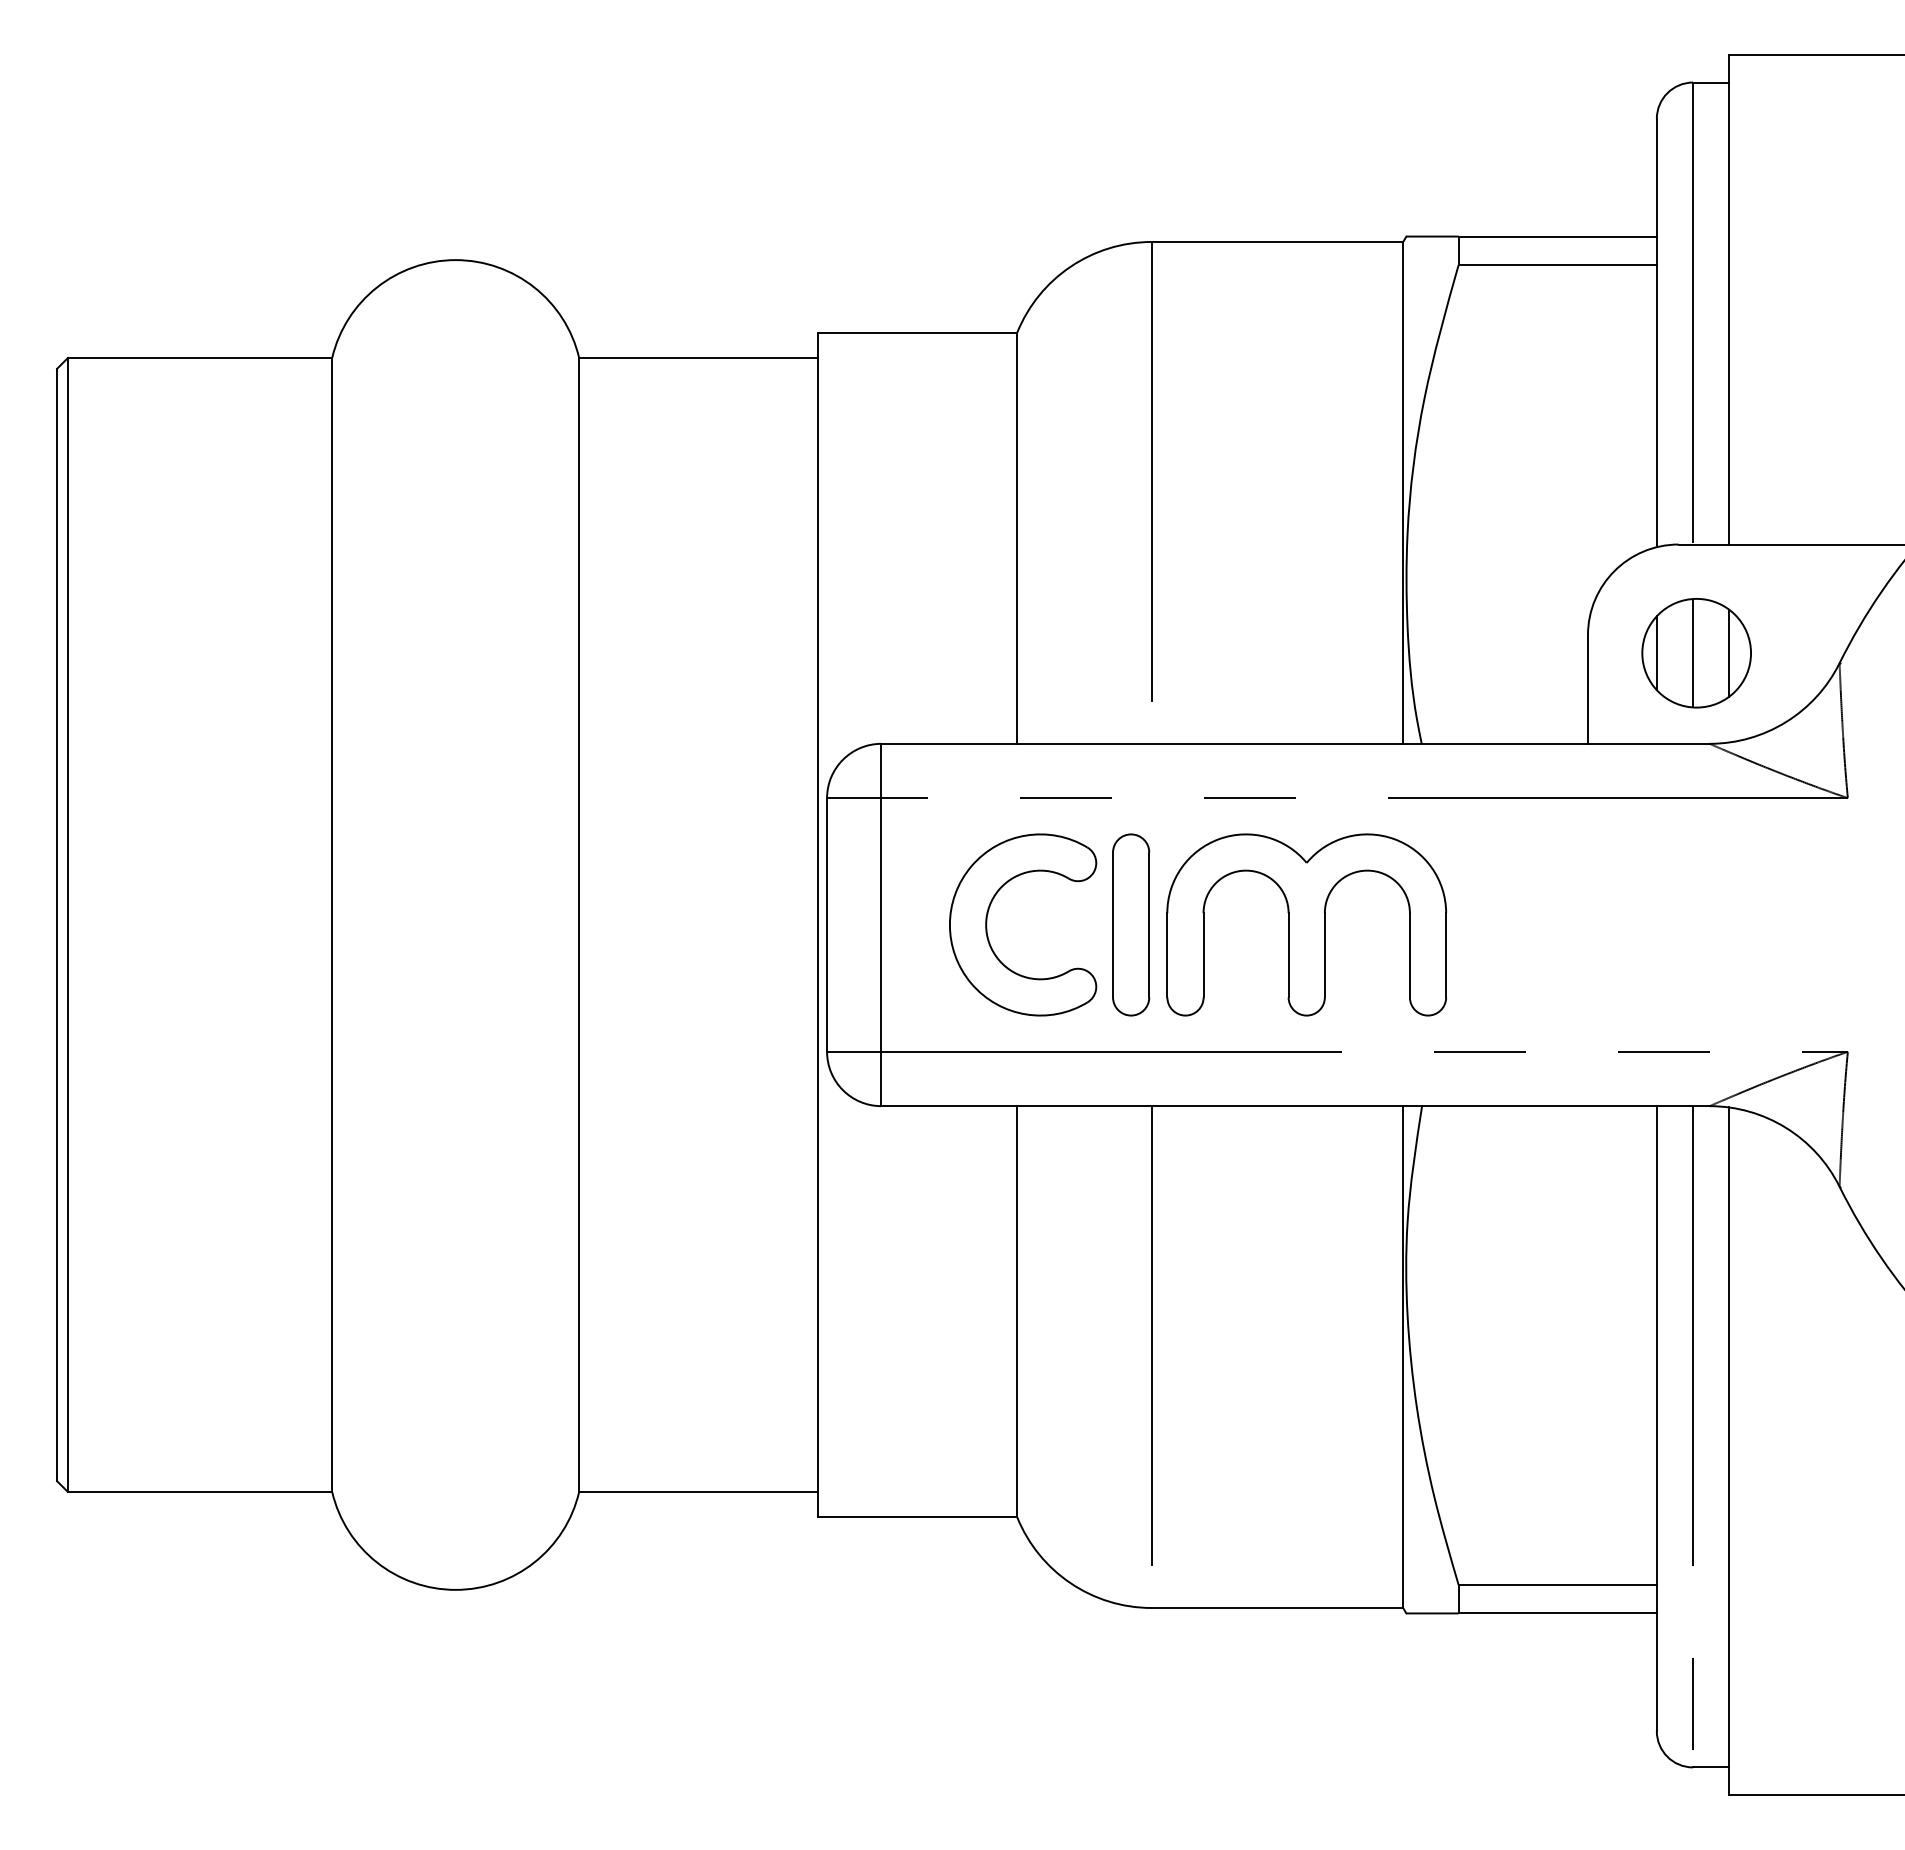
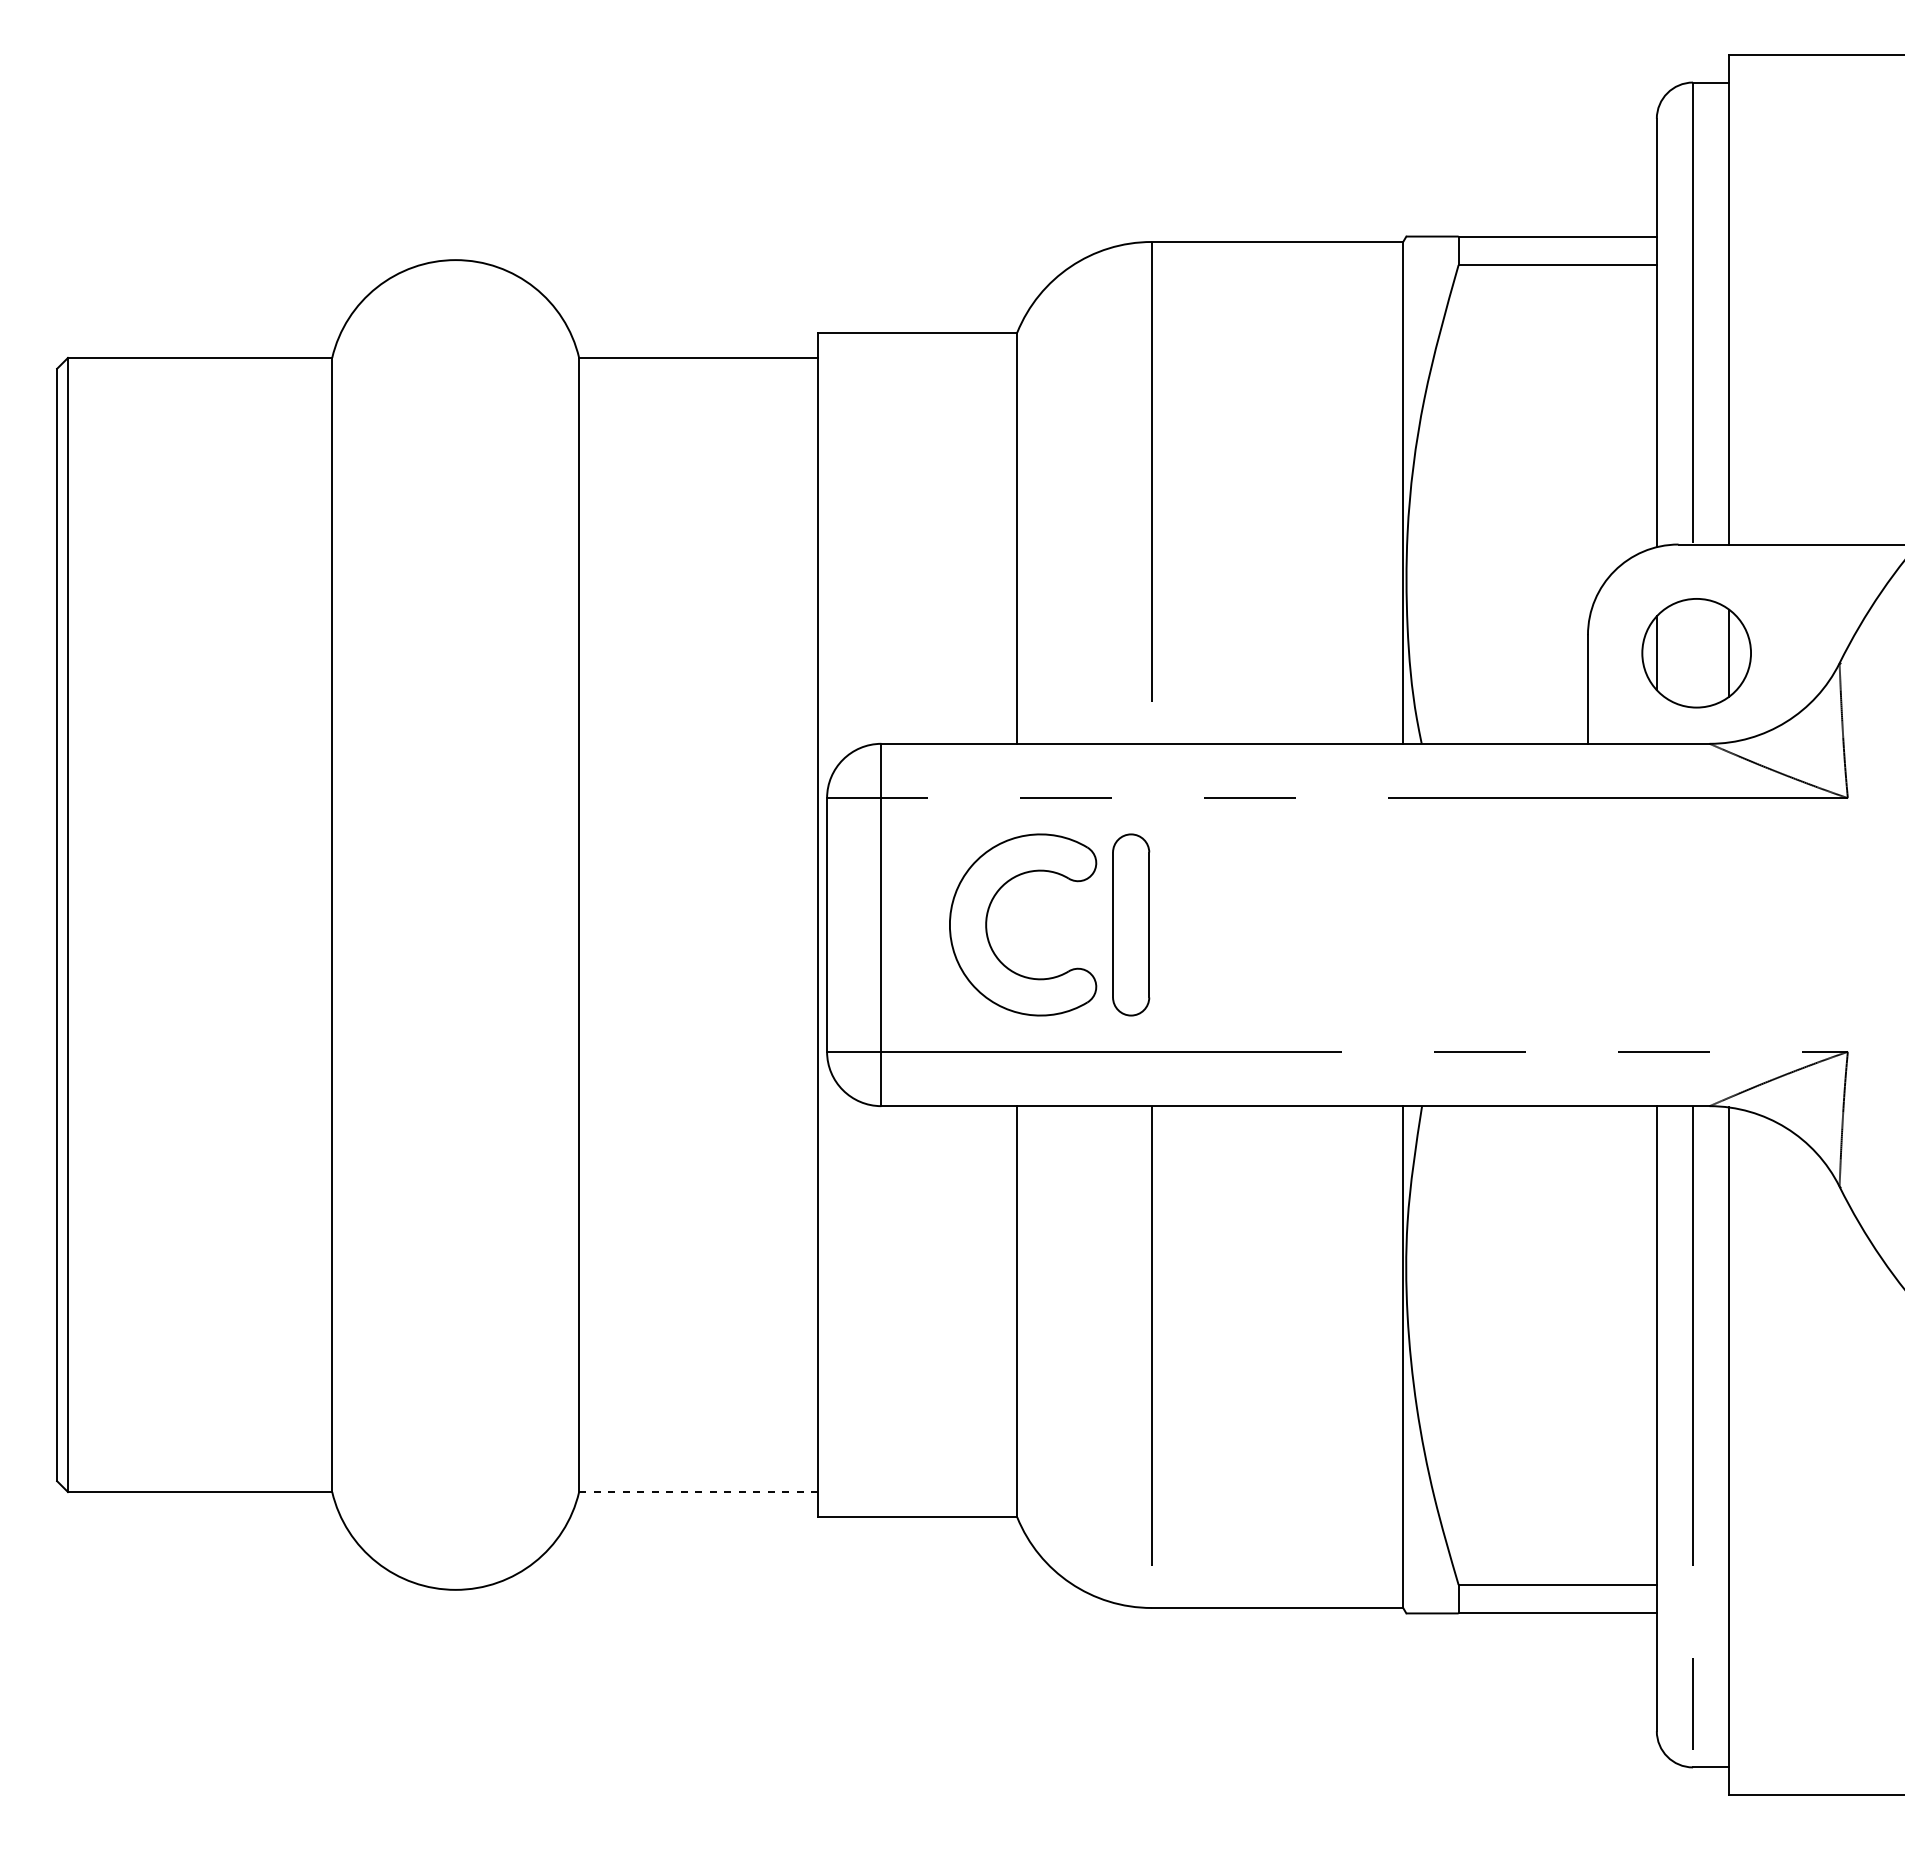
line at (1693, 653): present -> none
part at (1306, 924): present -> none
line at (699, 1492): solid -> dashed
